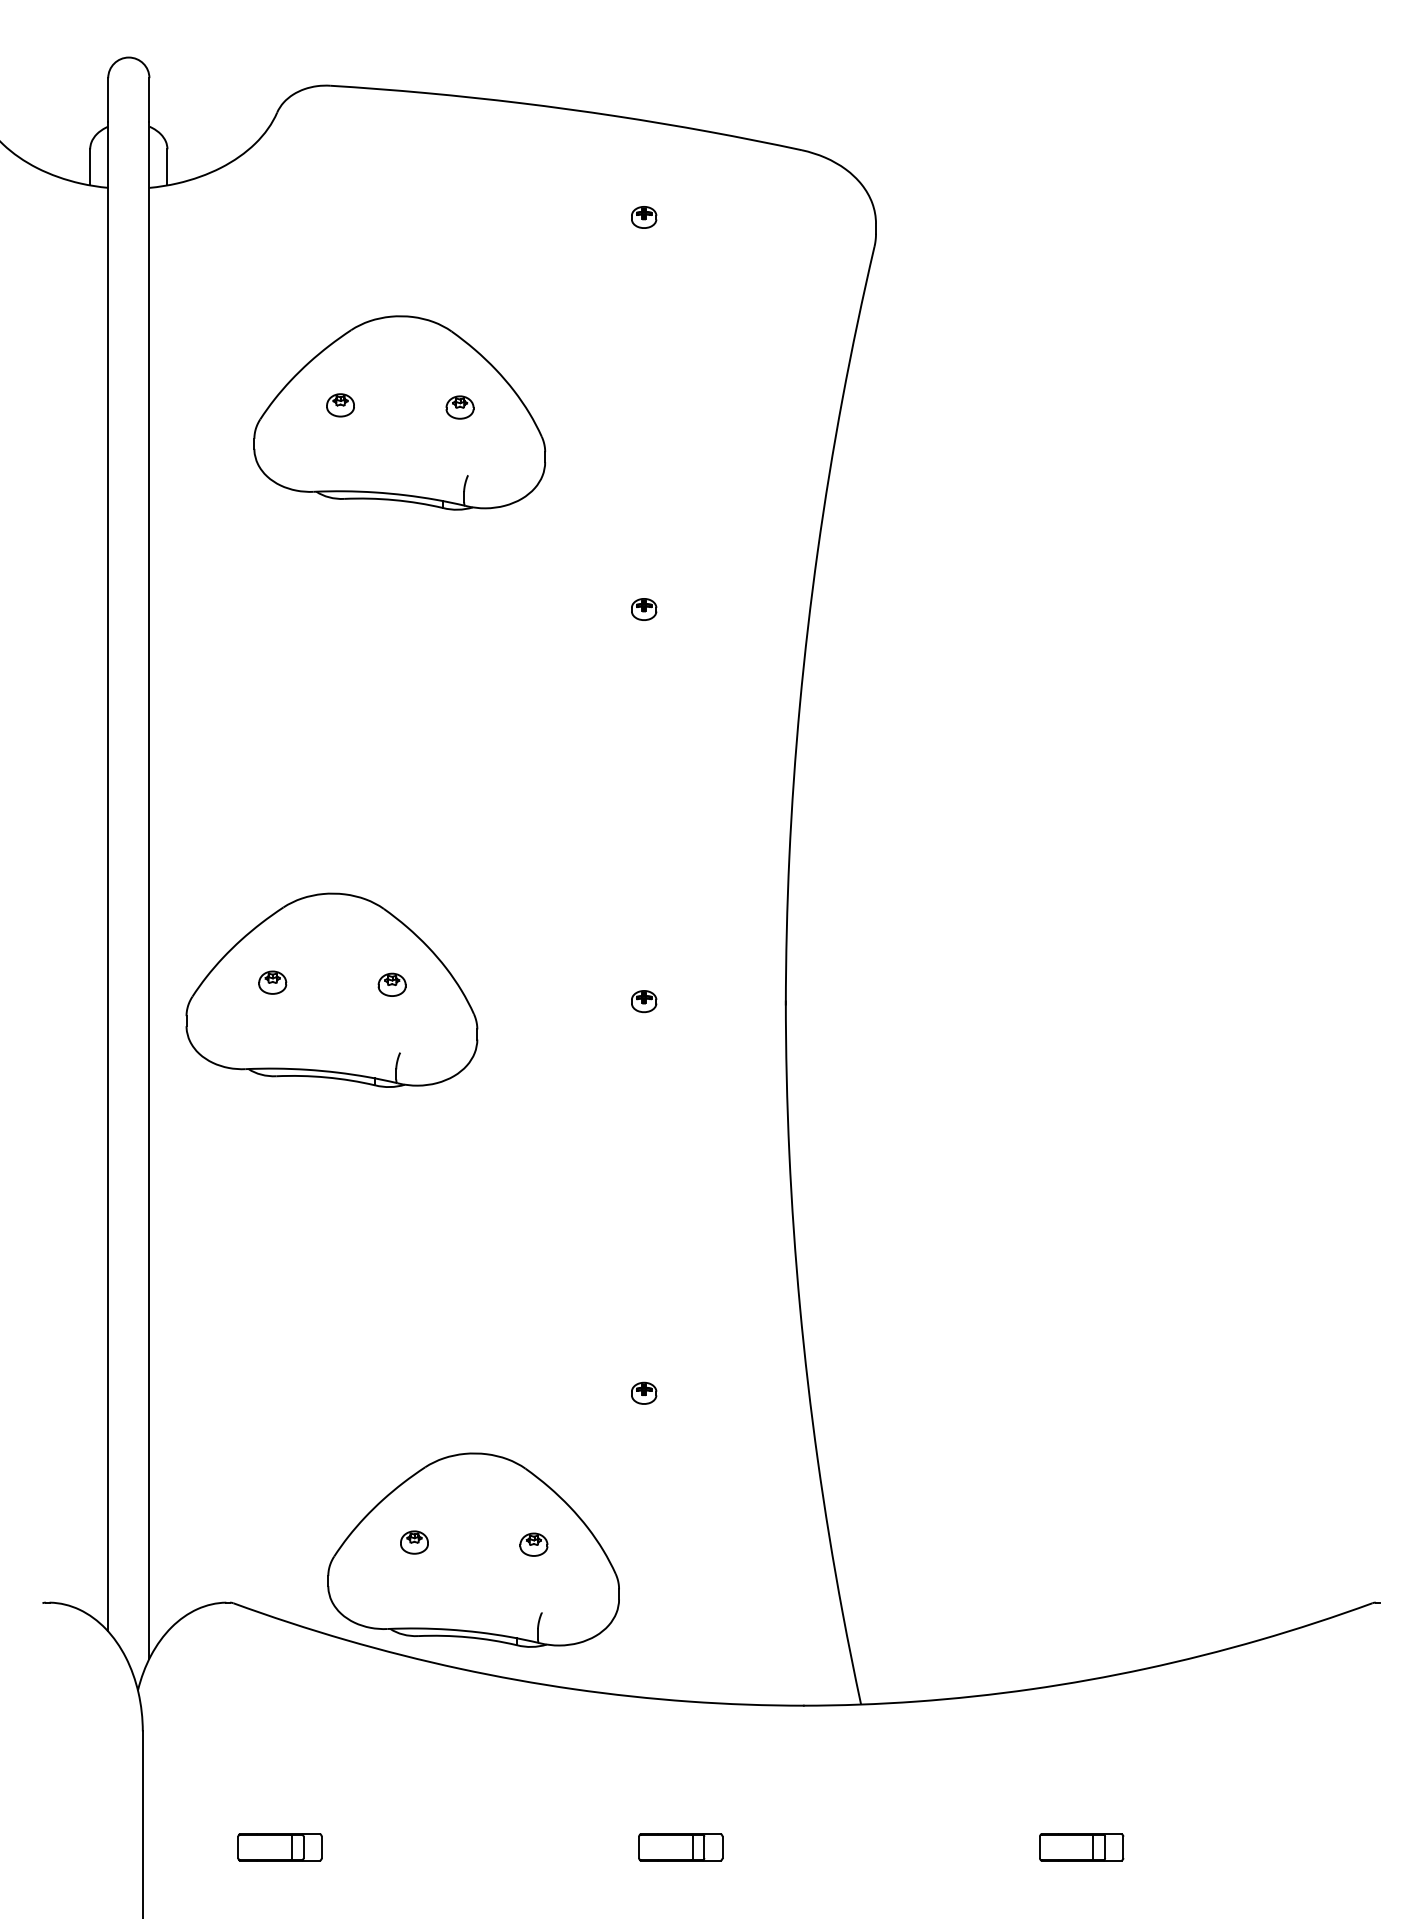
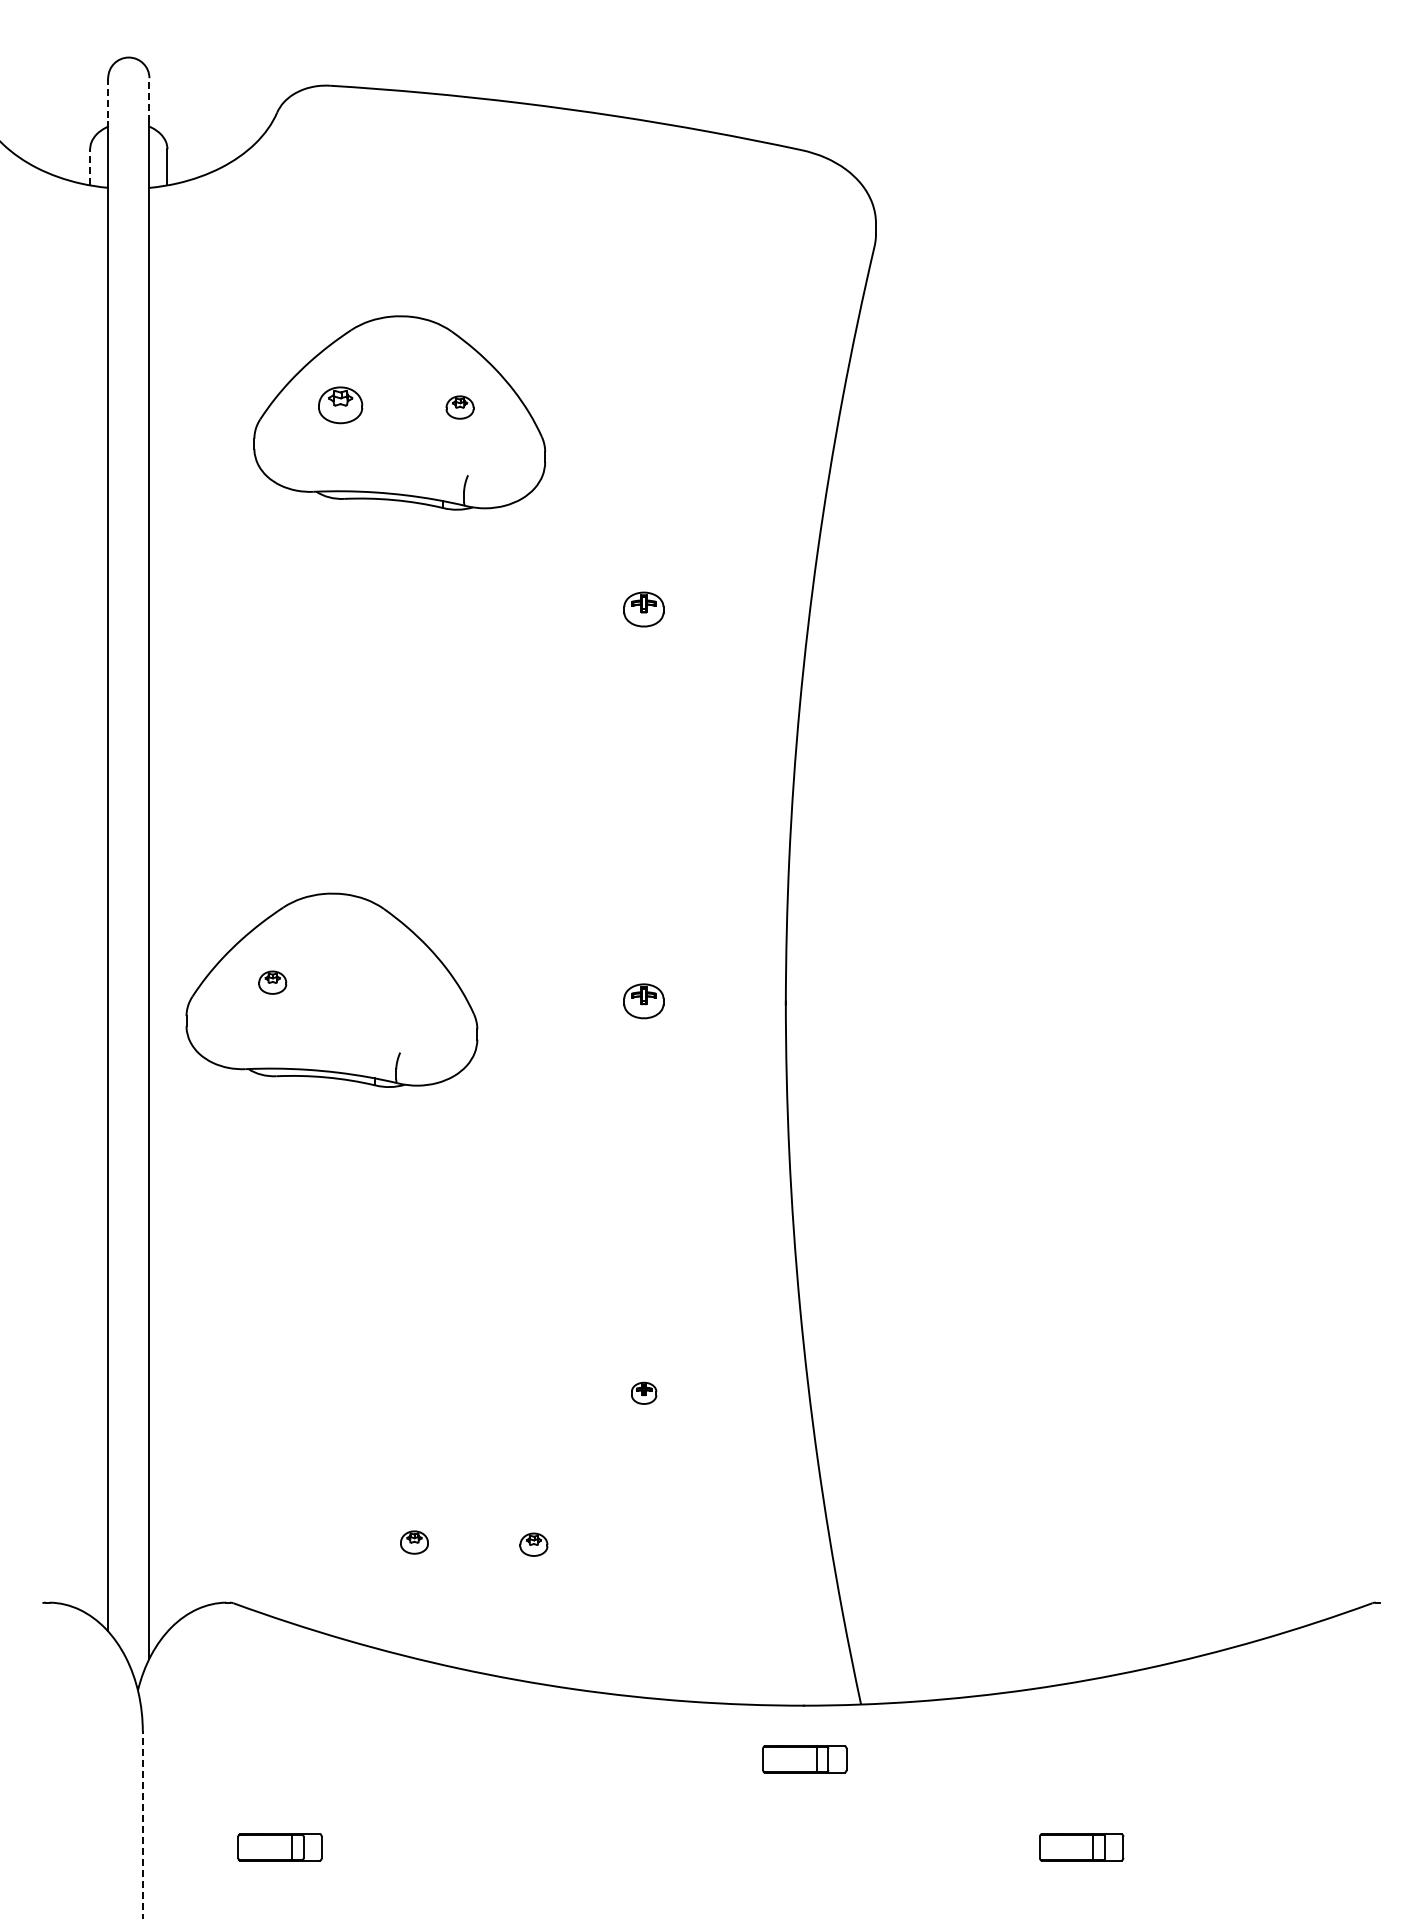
line at (108, 99): solid -> dashed
line at (149, 99): solid -> dashed
line at (90, 166): solid -> dashed
part at (644, 217): present -> none
part at (340, 405) size: 29x25 px -> 46x39 px
part at (644, 609) size: 27x23 px -> 42x37 px
part at (391, 984): present -> none
part at (644, 1001) size: 27x24 px -> 42x37 px
part at (473, 1549): present -> none
line at (142, 1824): solid -> dashed
part at (680, 1847) position: (680, 1847) -> (804, 1759)
